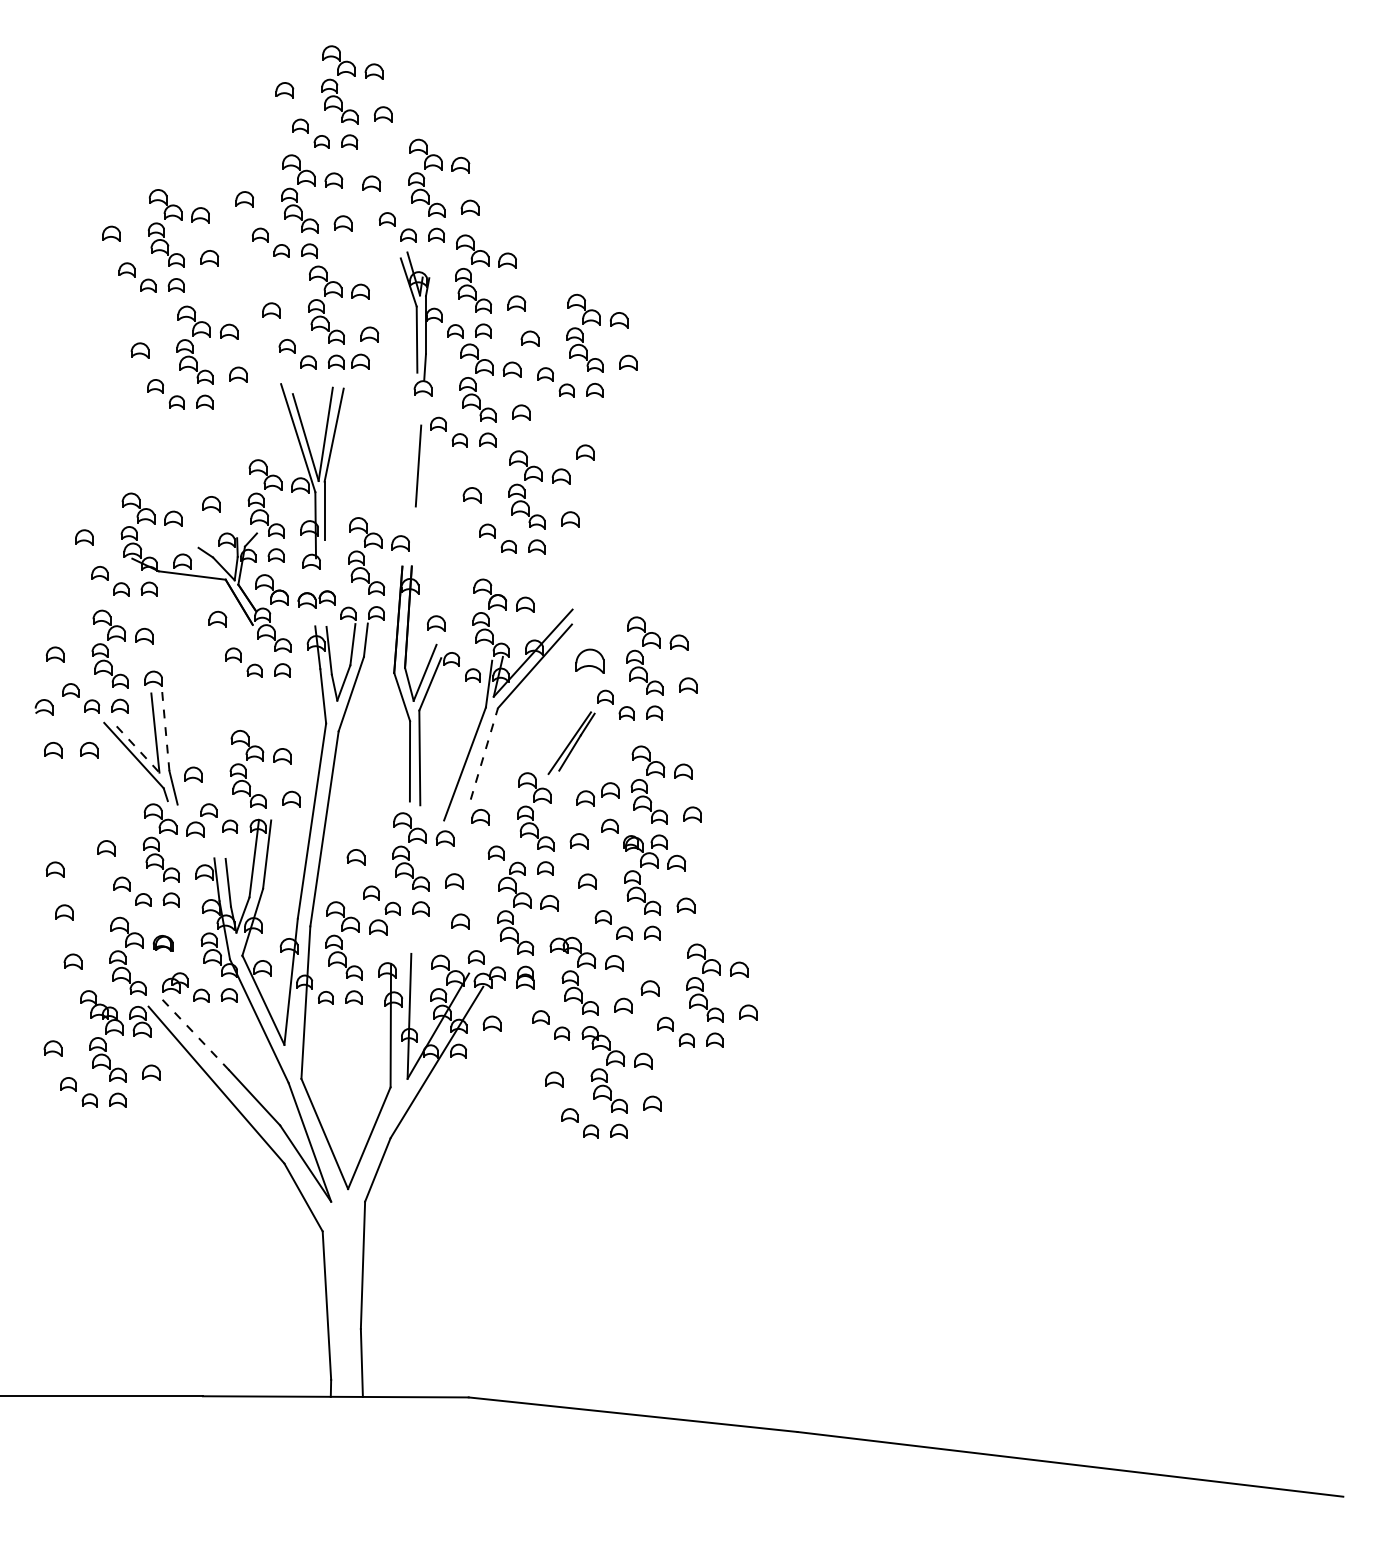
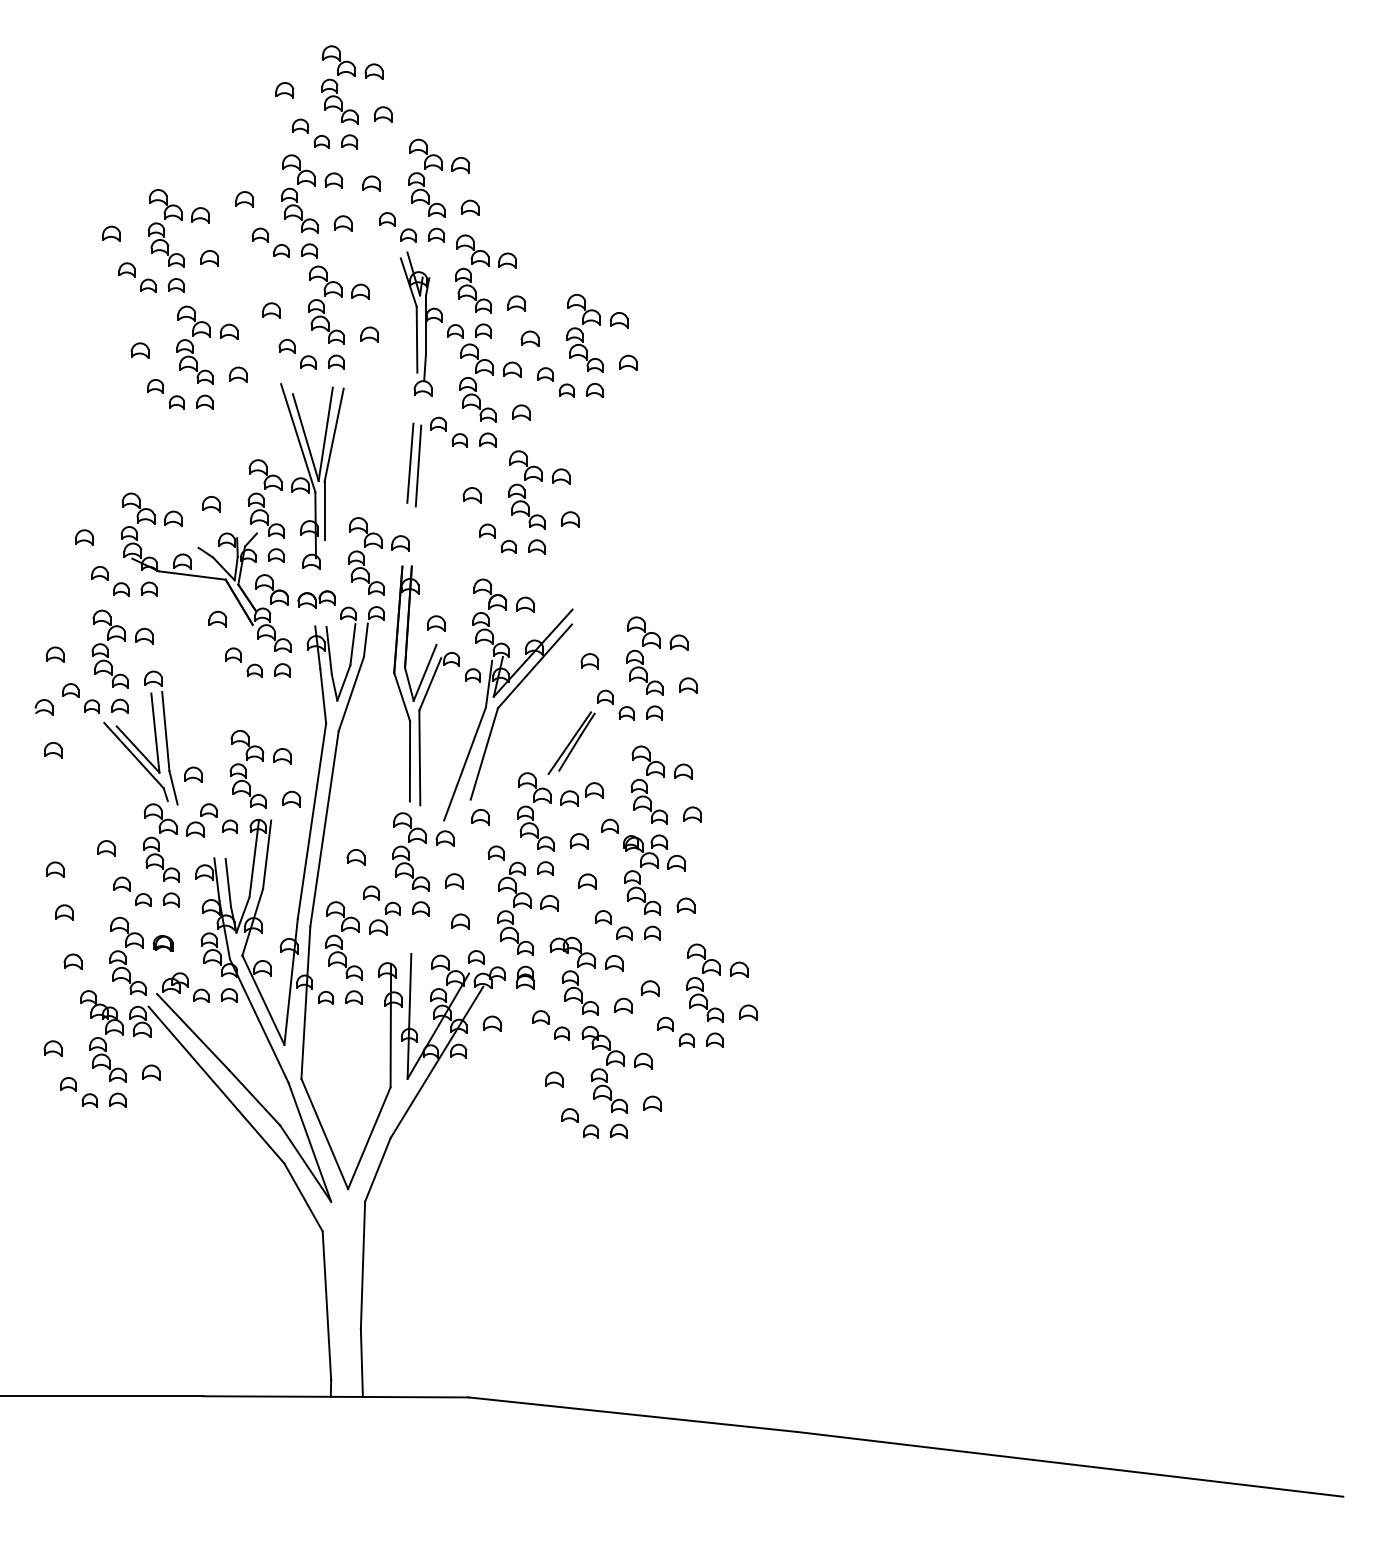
part at (360, 361): present -> none
part at (585, 452): present -> none
line at (410, 462): none -> present
part at (589, 660) size: 30x26 px -> 20x17 px
line at (165, 731): dashed -> solid
line at (138, 749): dashed -> solid
part at (89, 750): present -> none
line at (484, 753): dashed -> solid
part at (597, 794) position: (597, 794) -> (581, 794)
line at (192, 1031): dashed -> solid
